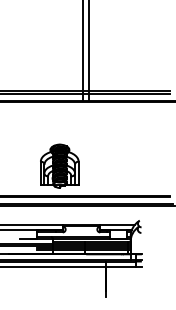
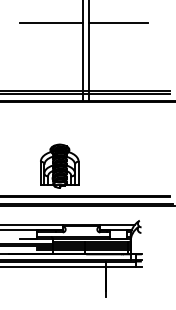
line at (51, 22): none -> present
line at (117, 22): none -> present
